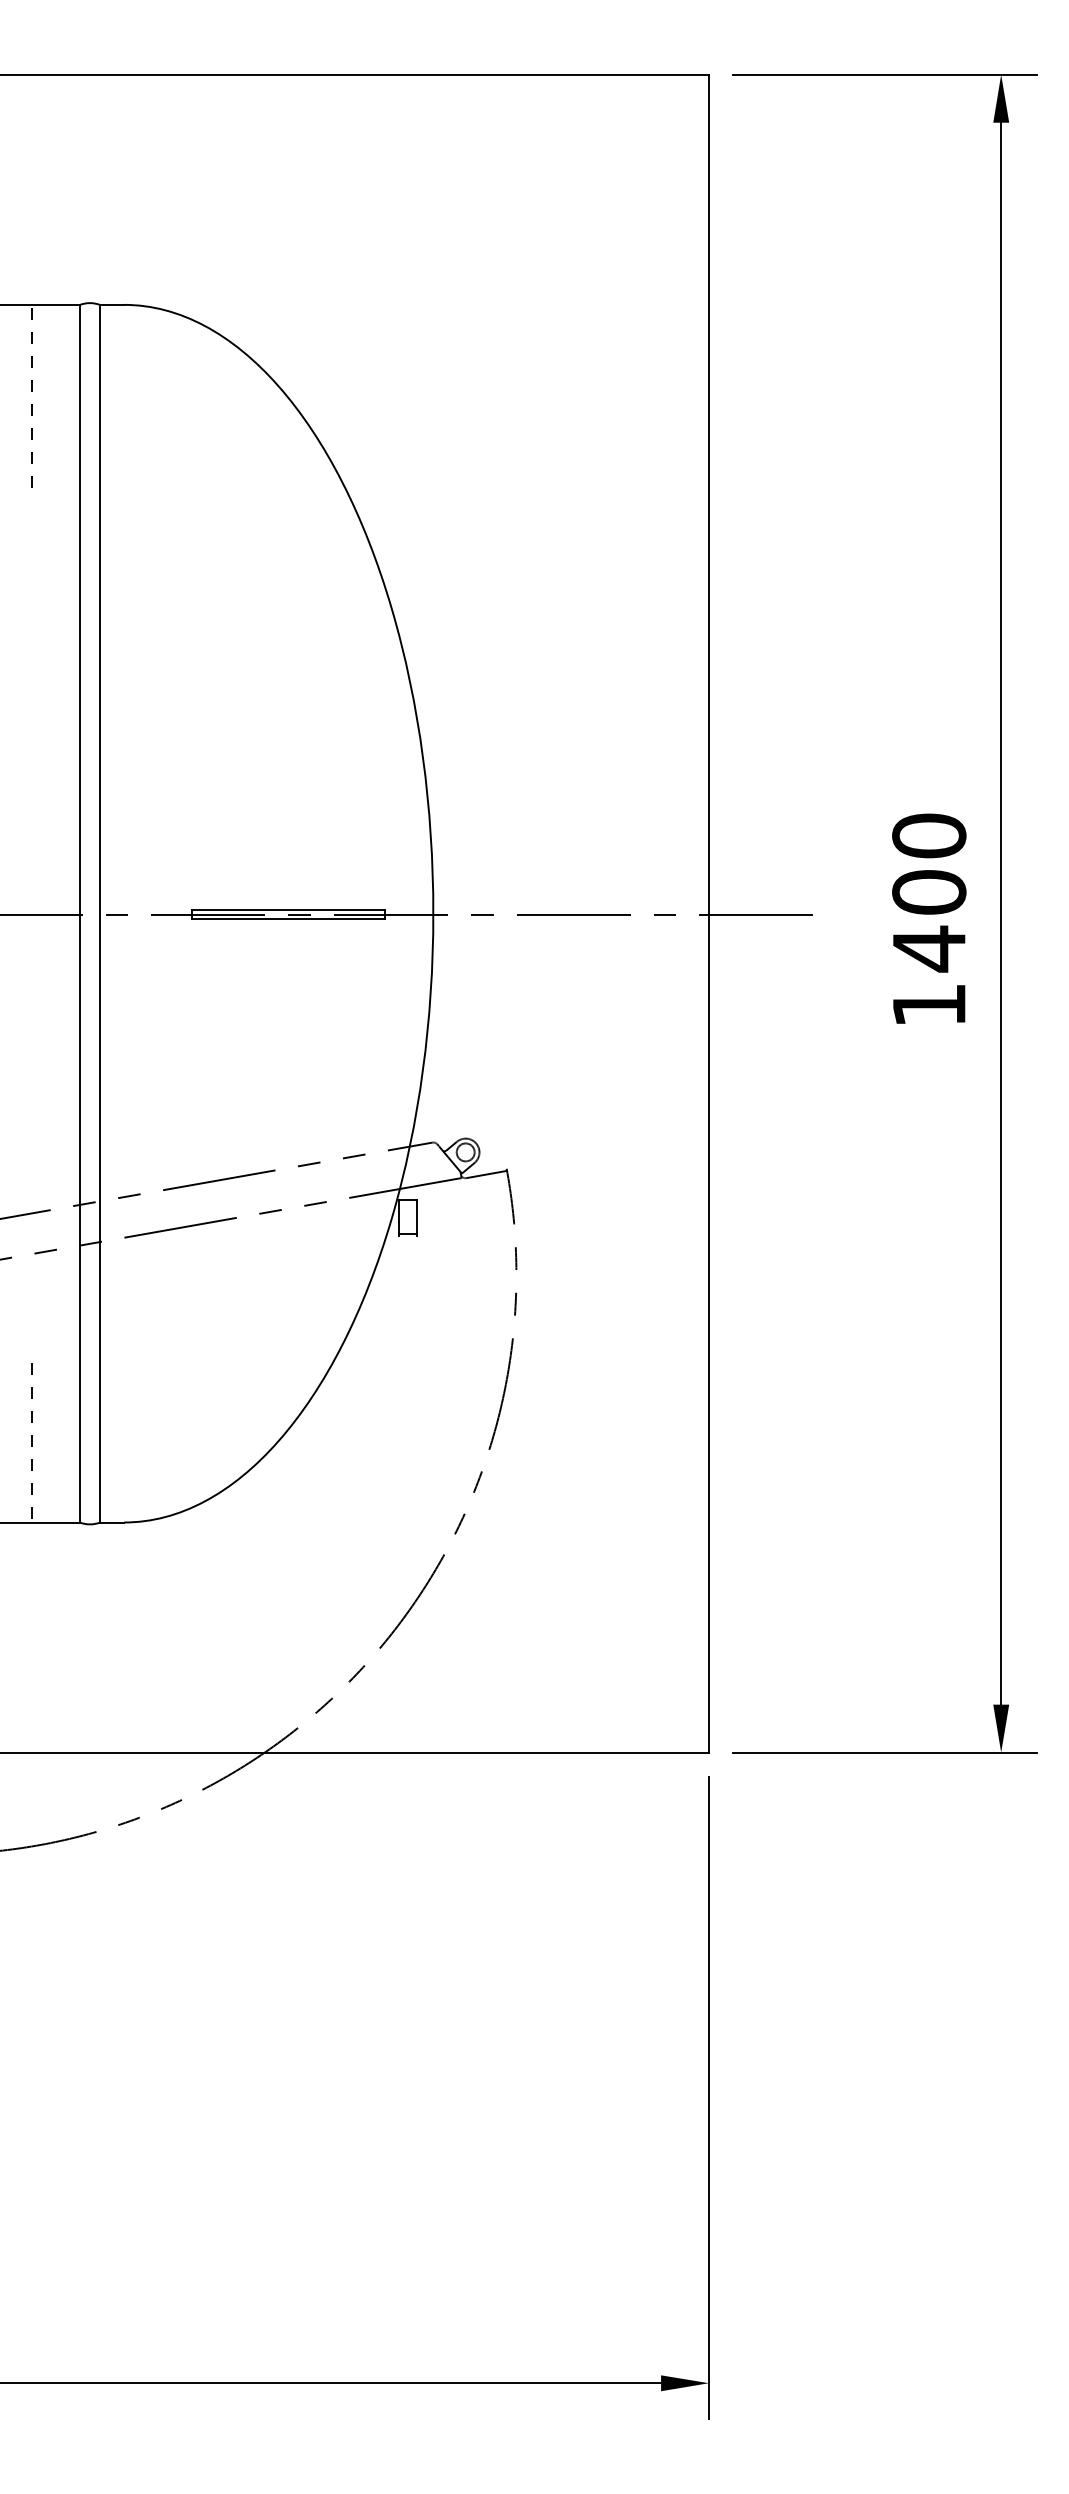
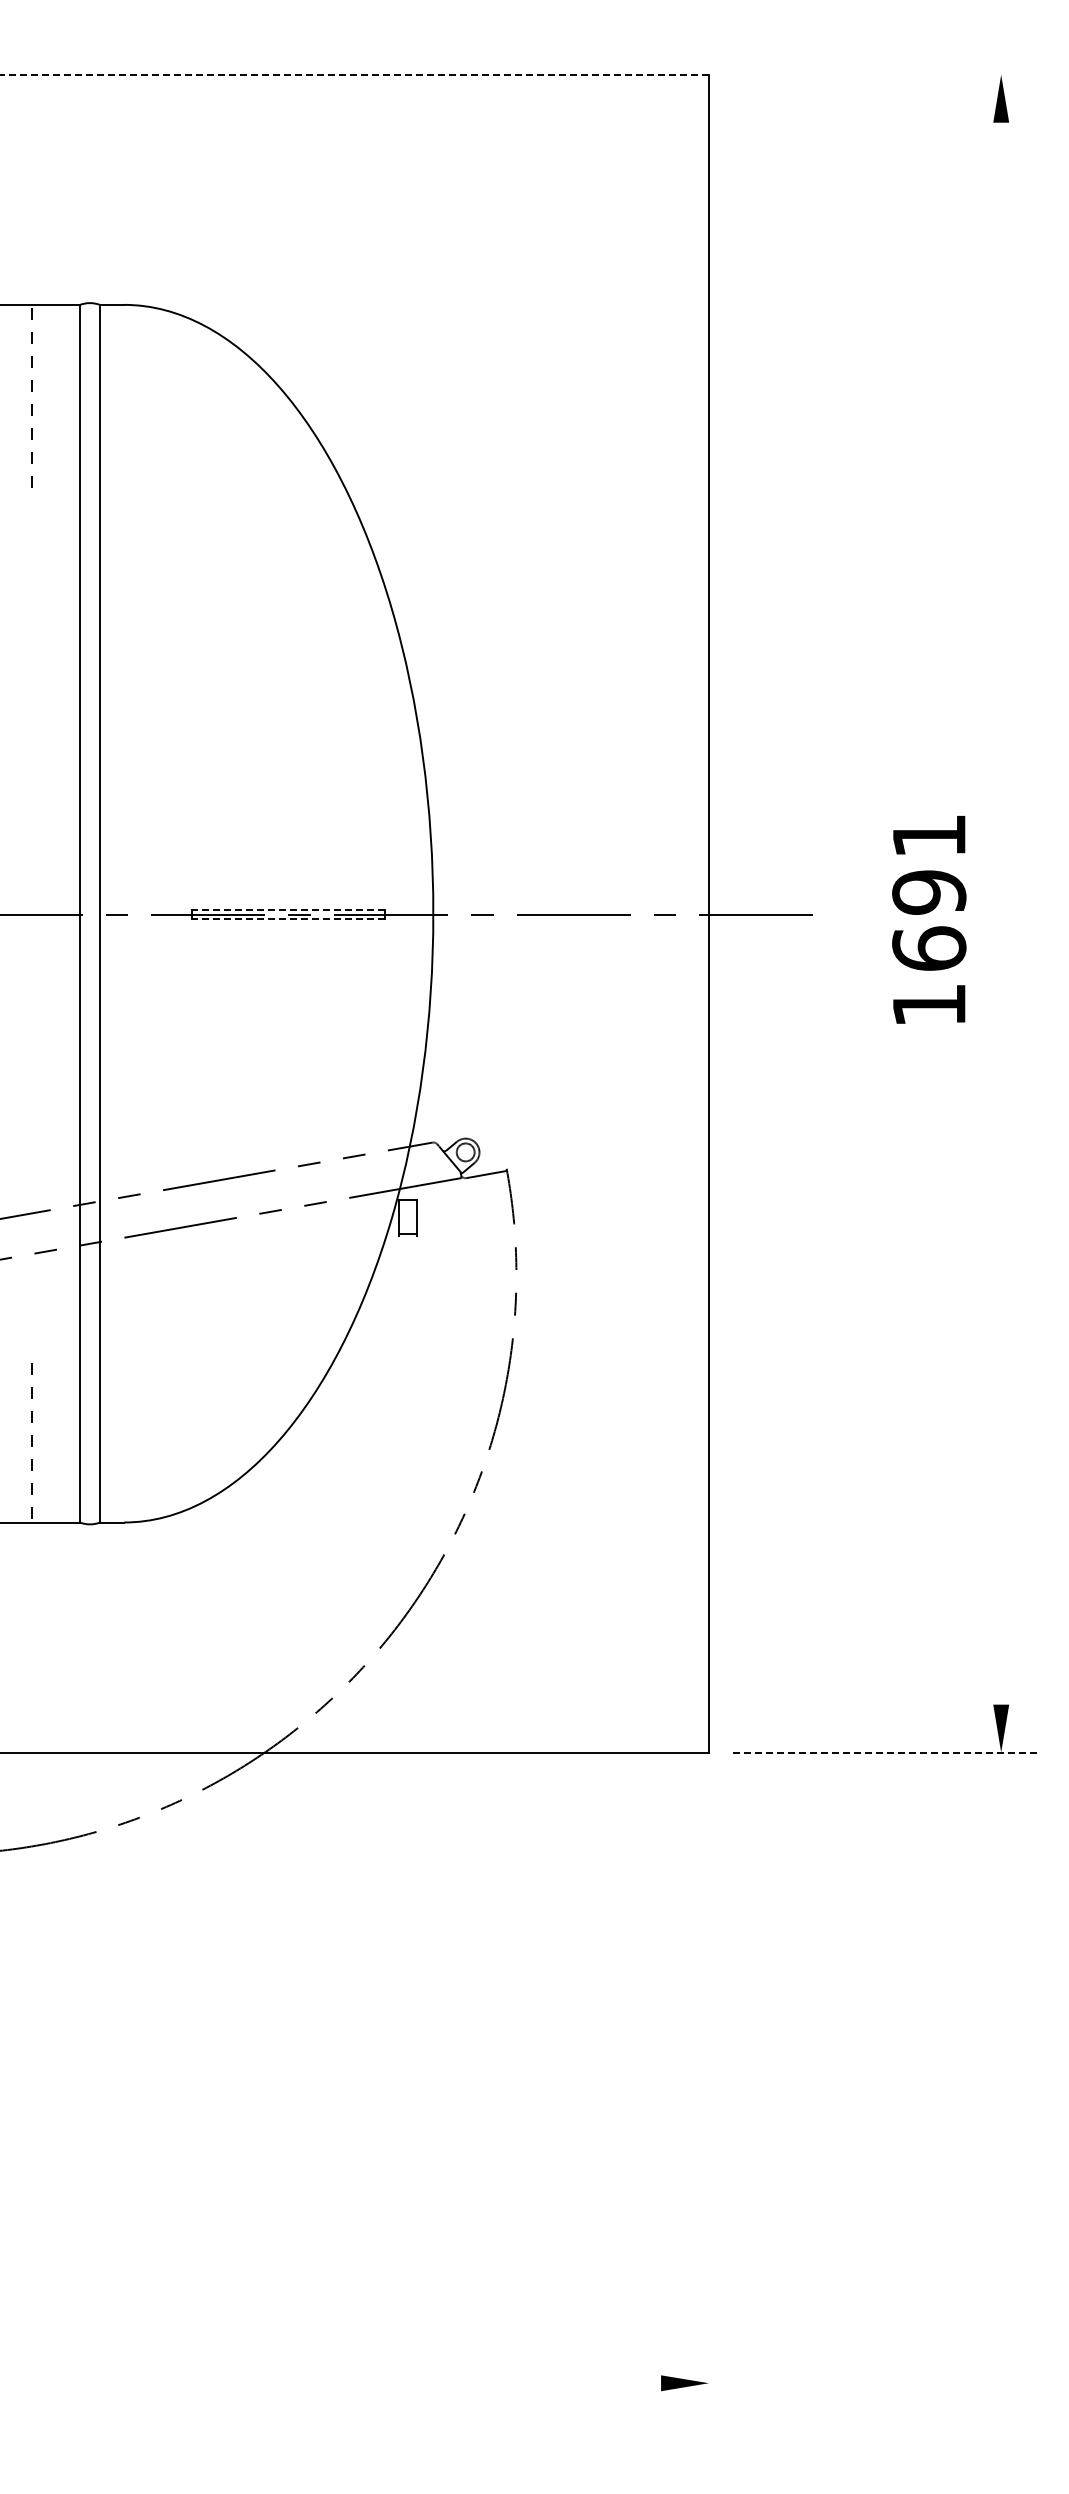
line at (354, 74): solid -> dashed
line at (884, 74): present -> none
text at (929, 892): 1400 -> 1691
line at (288, 909): solid -> dashed
line at (1001, 913): present -> none
line at (288, 919): solid -> dashed
line at (885, 1752): solid -> dashed
line at (709, 2097): present -> none
line at (331, 2383): present -> none
